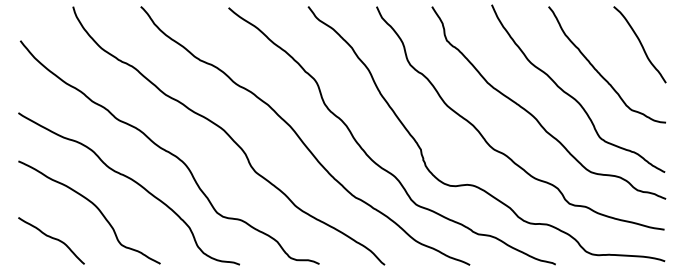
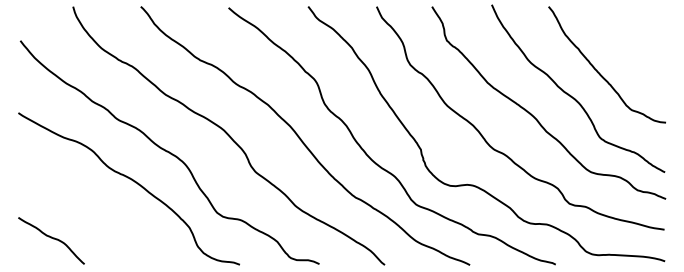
curve at (639, 43): present -> none
curve at (94, 206): present -> none
